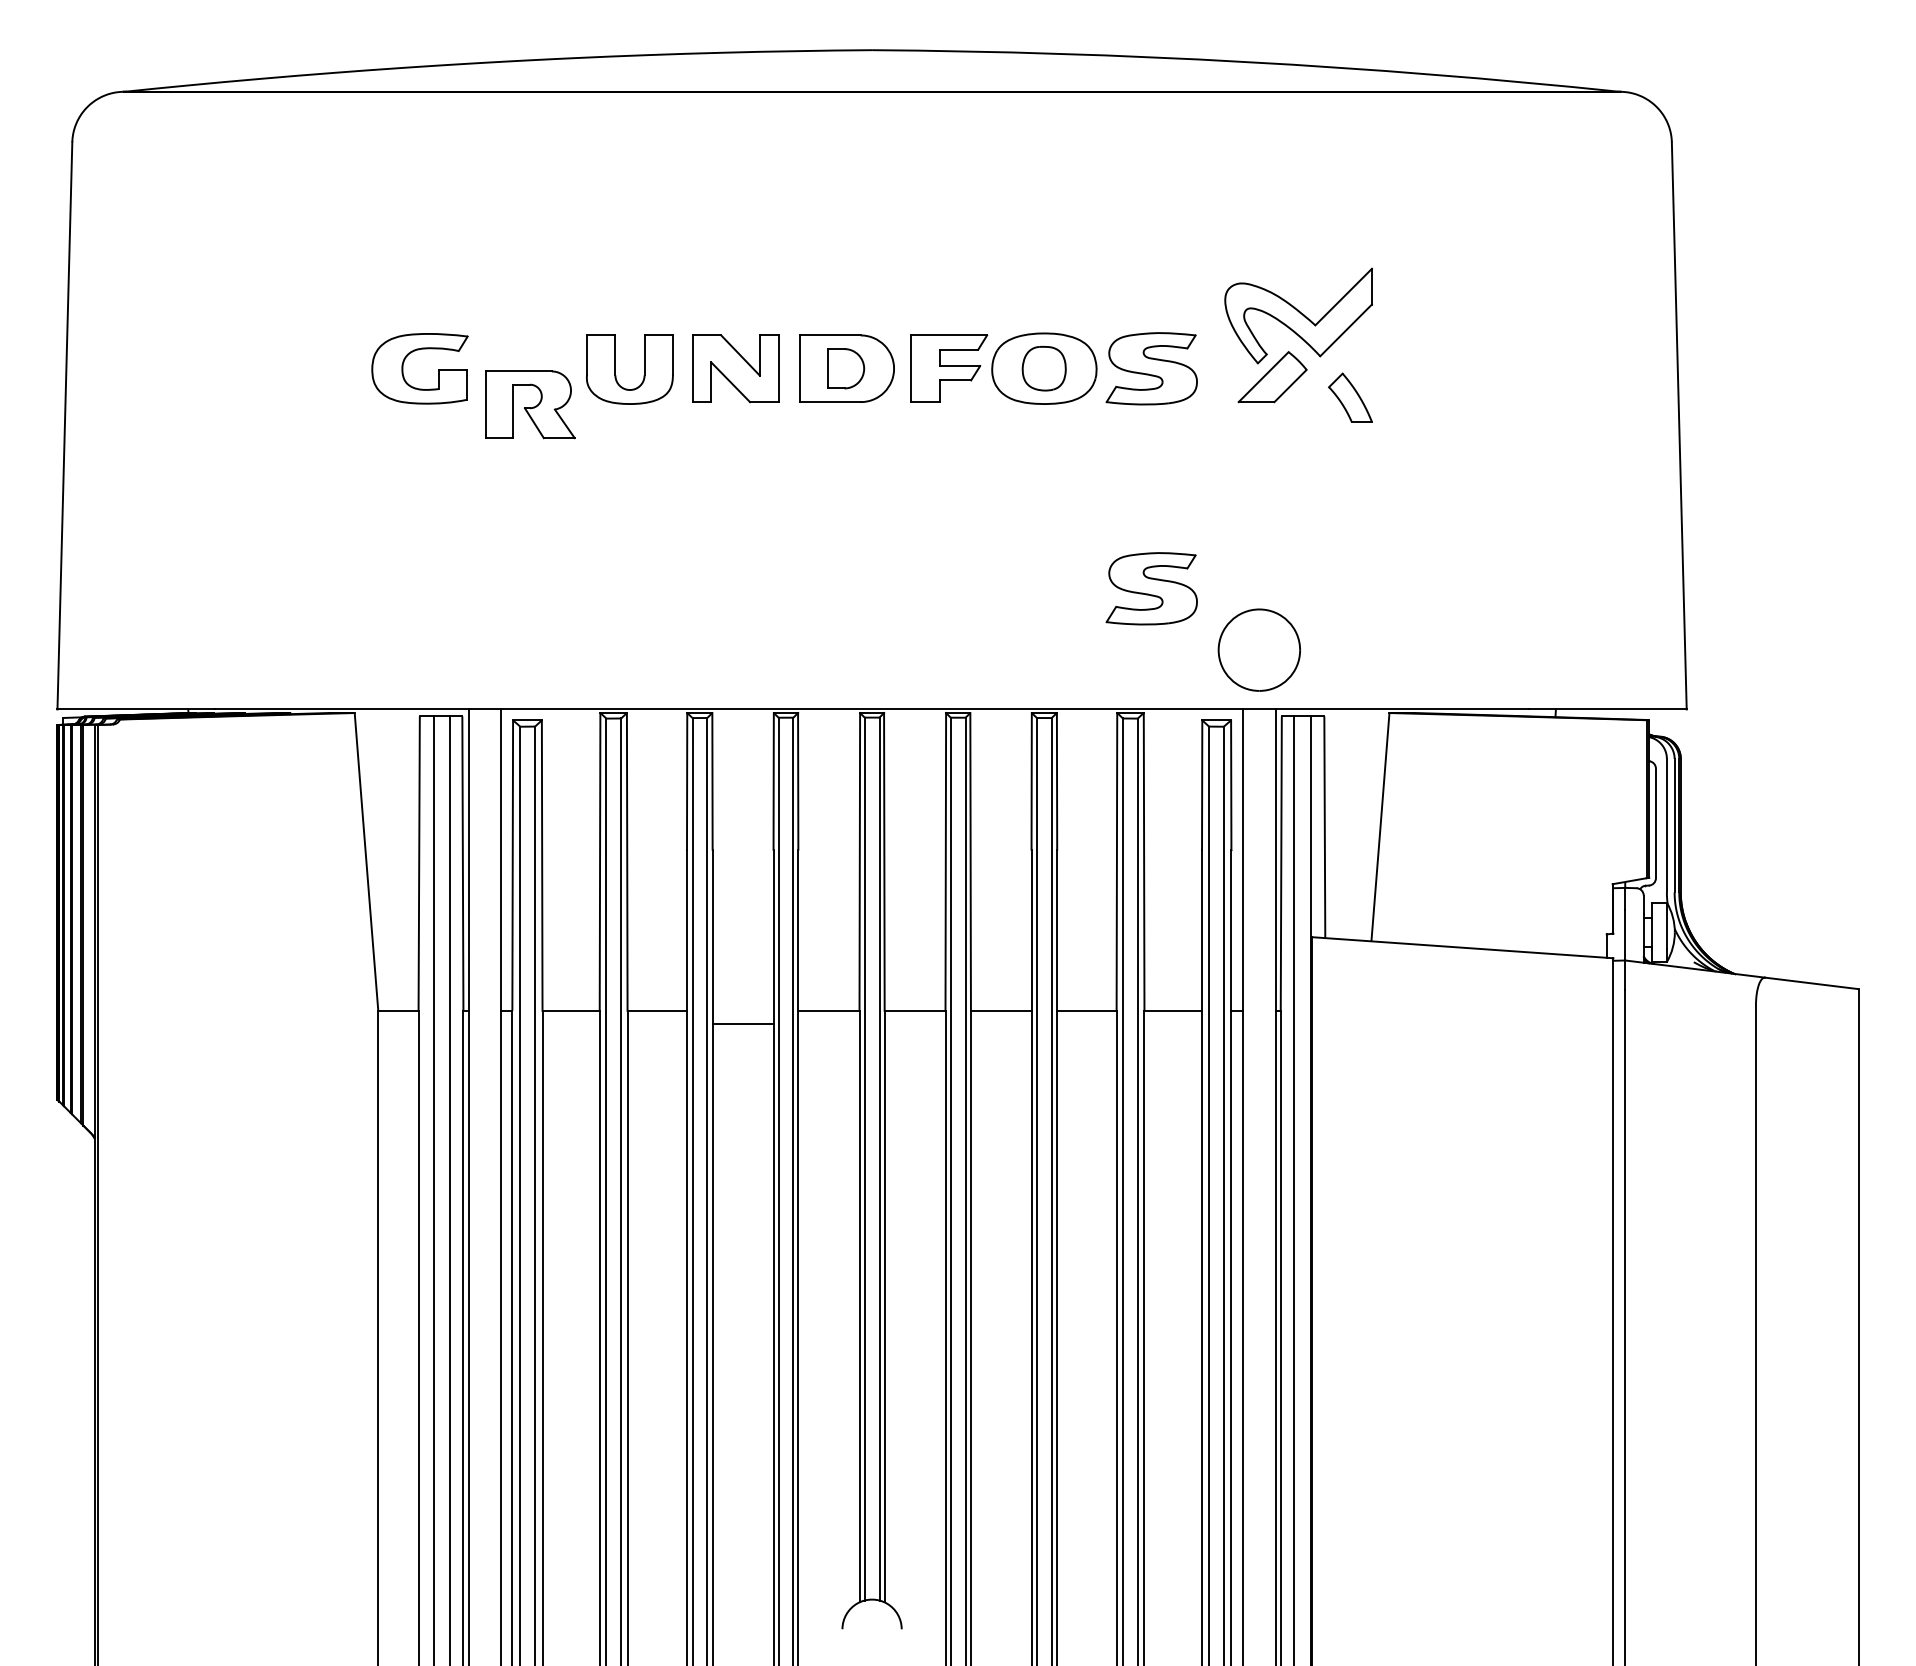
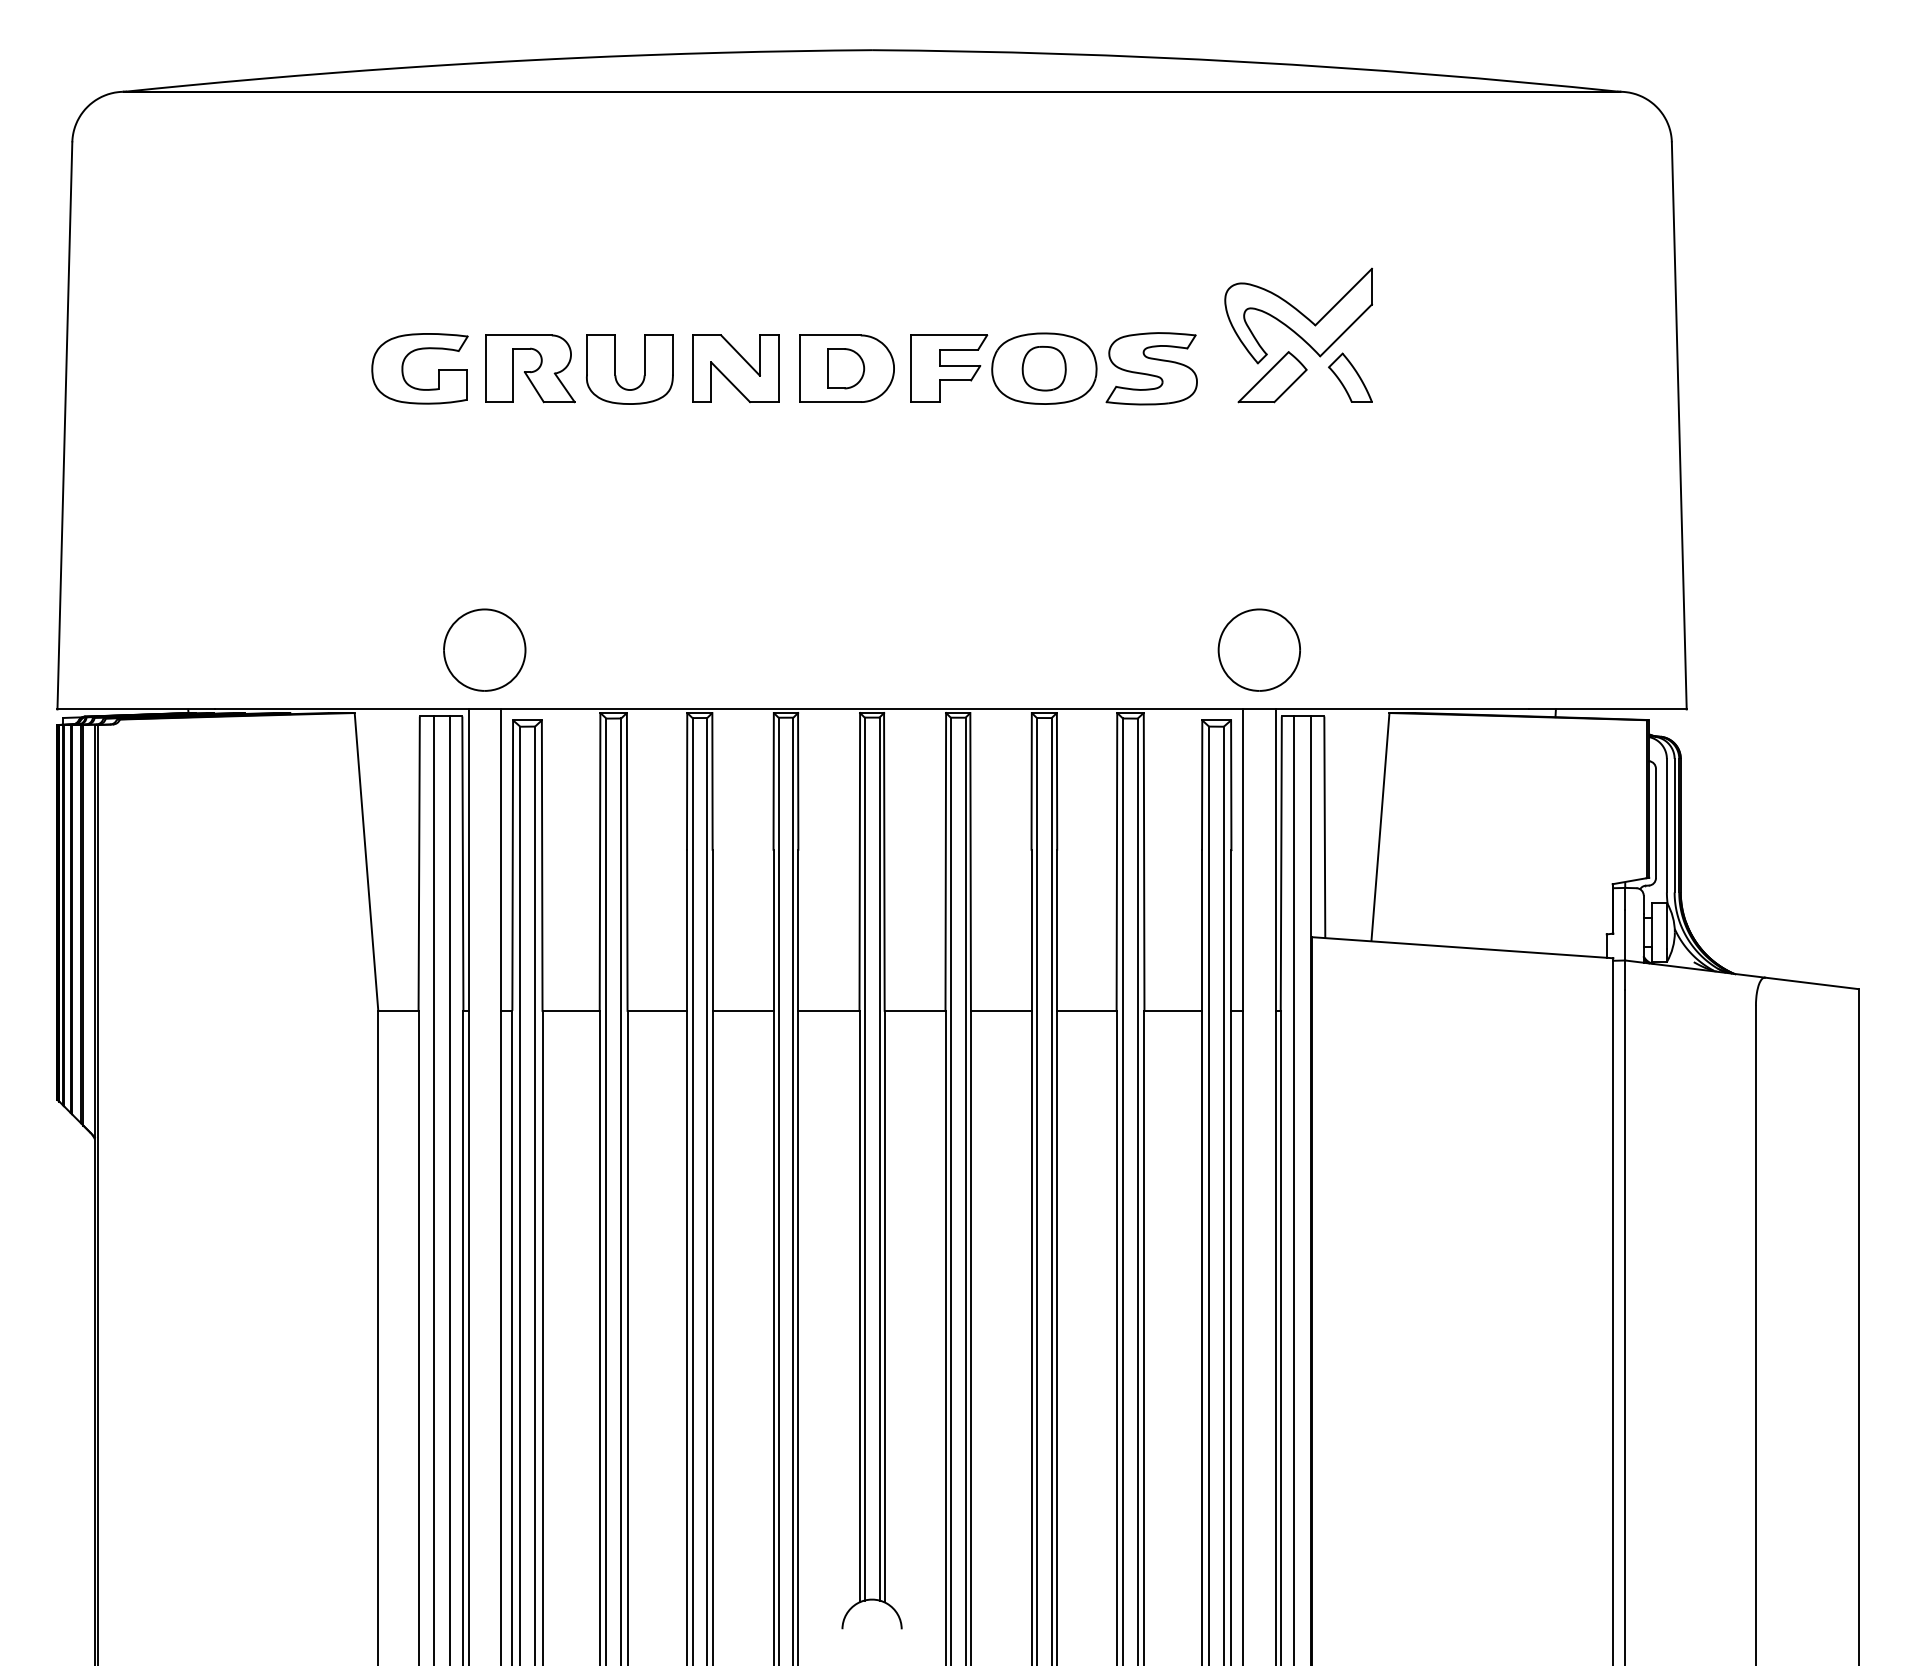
part at (1350, 397) position: (1350, 397) -> (1350, 377)
part at (530, 404) position: (530, 404) -> (530, 368)
part at (1151, 588): present -> none
part at (484, 649): none -> present
line at (742, 1023) position: (742, 1023) -> (742, 1010)
